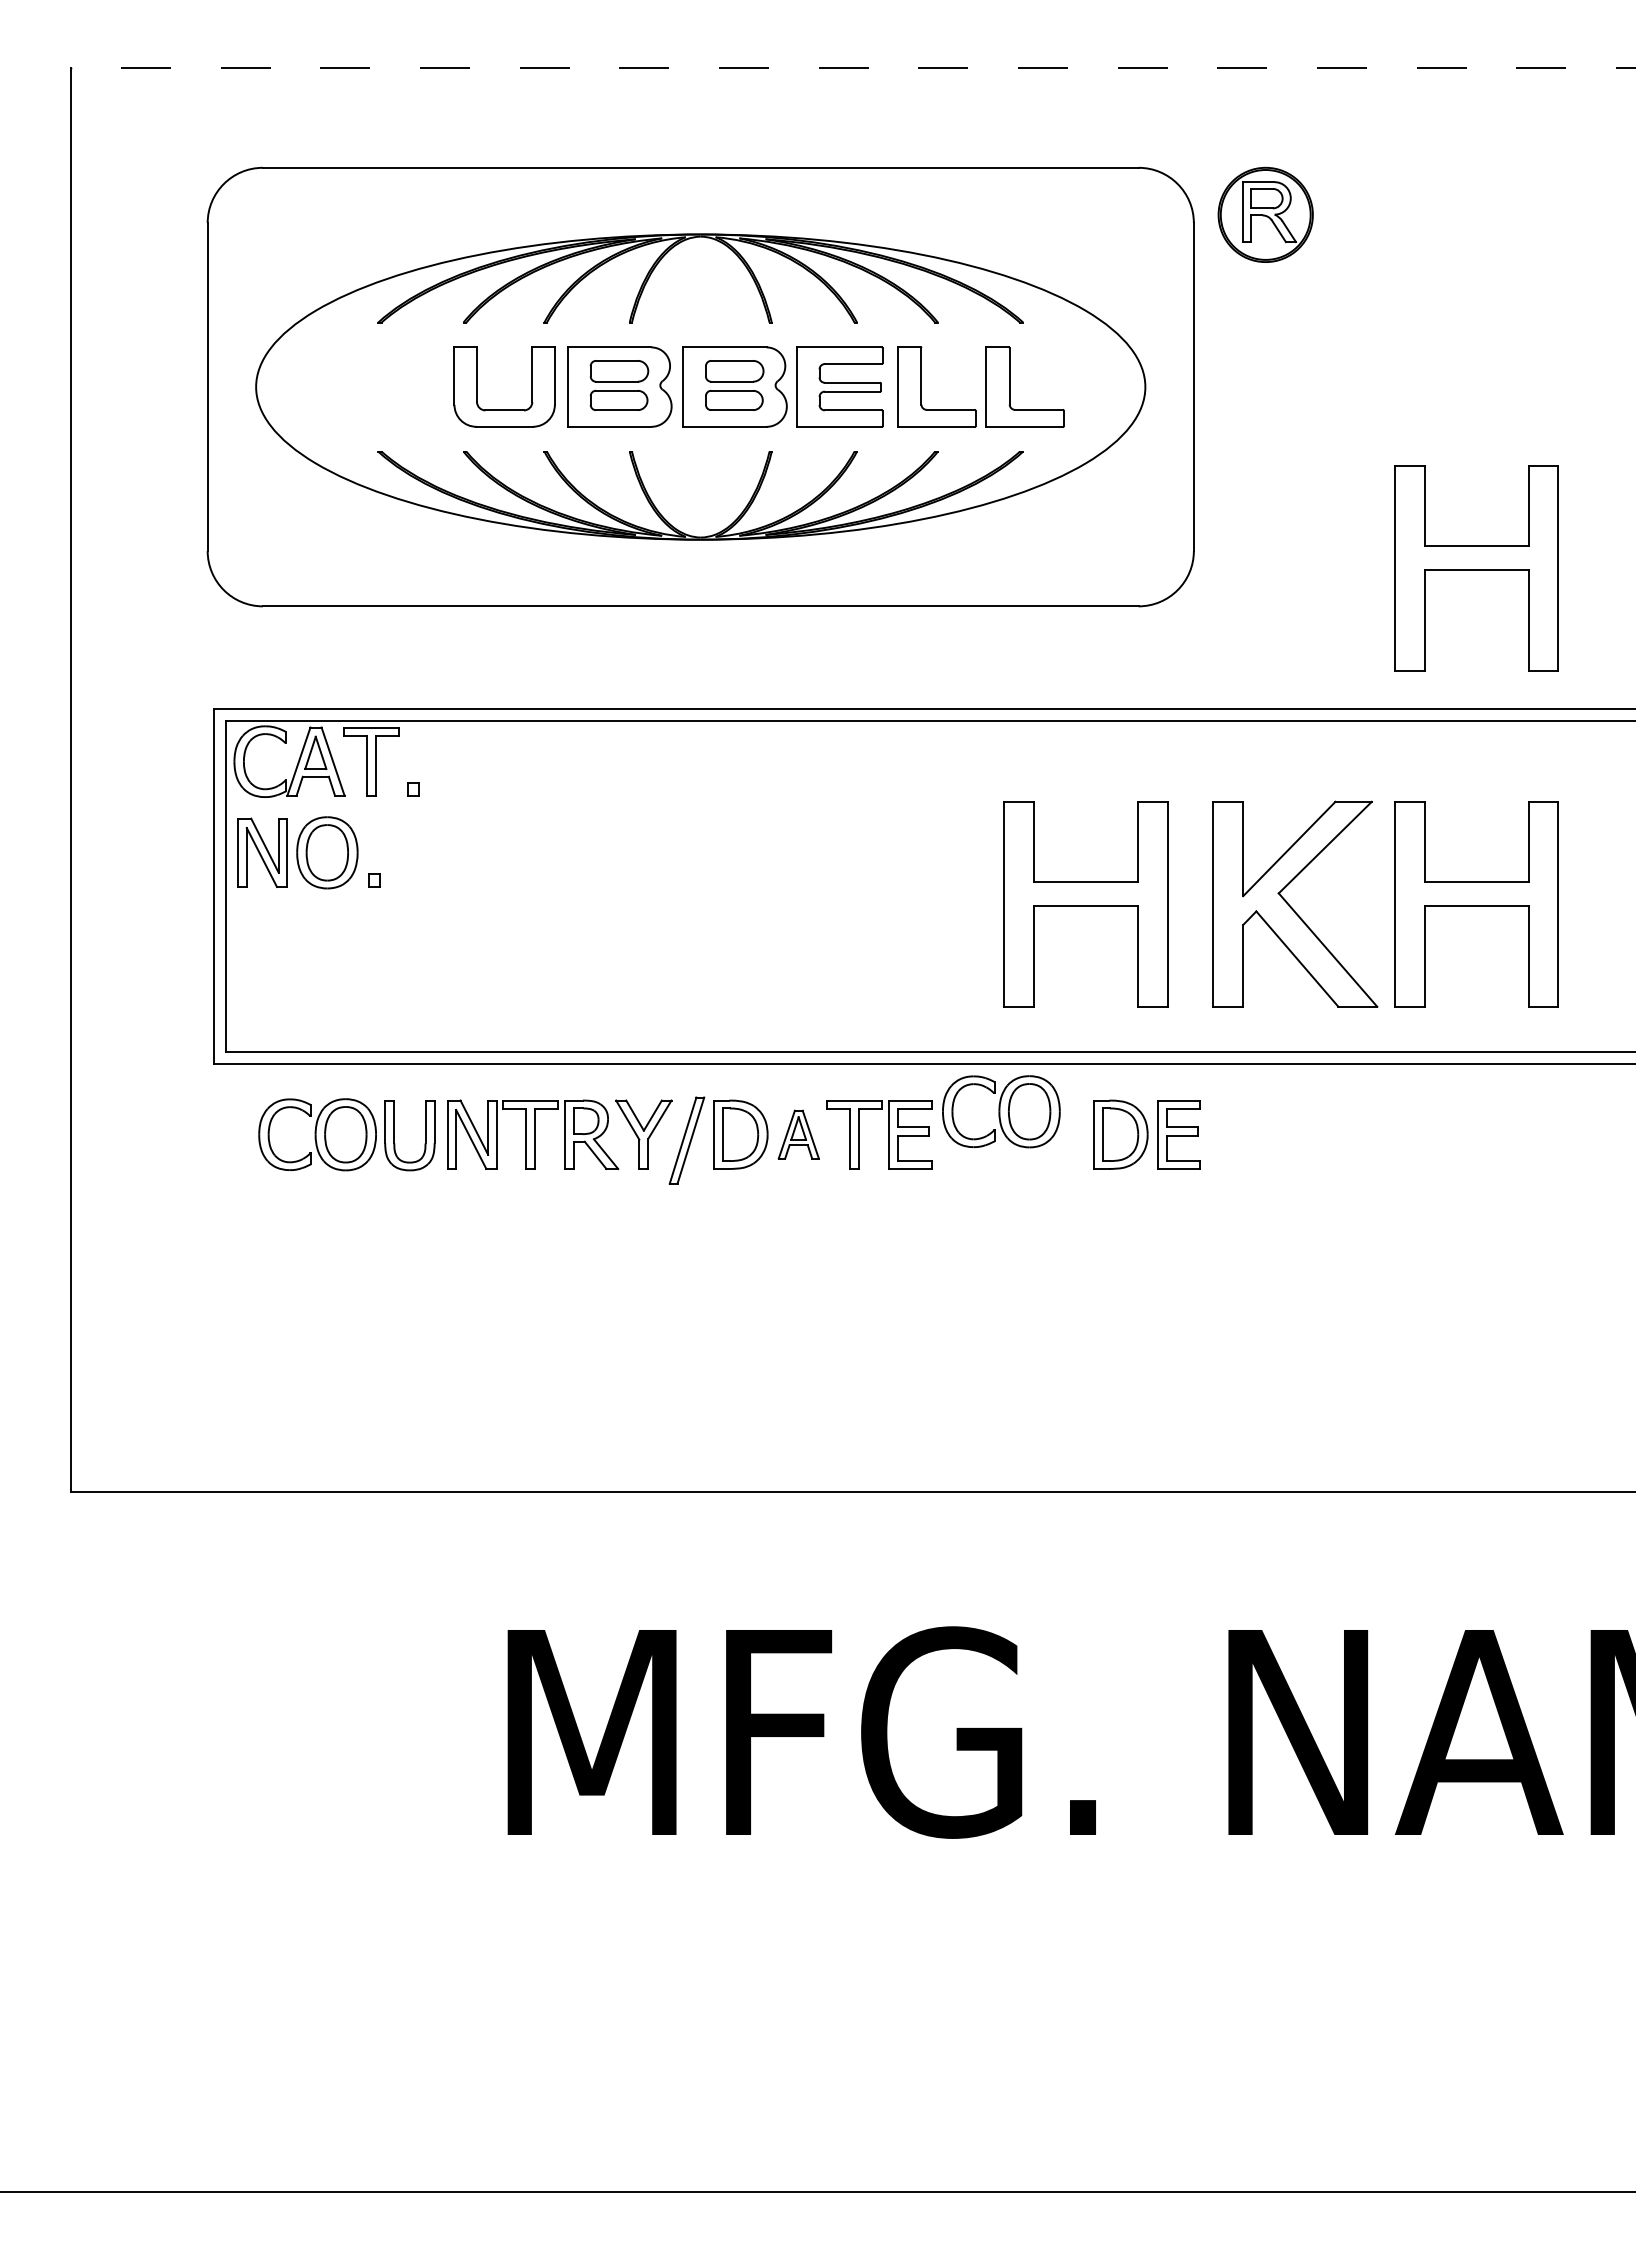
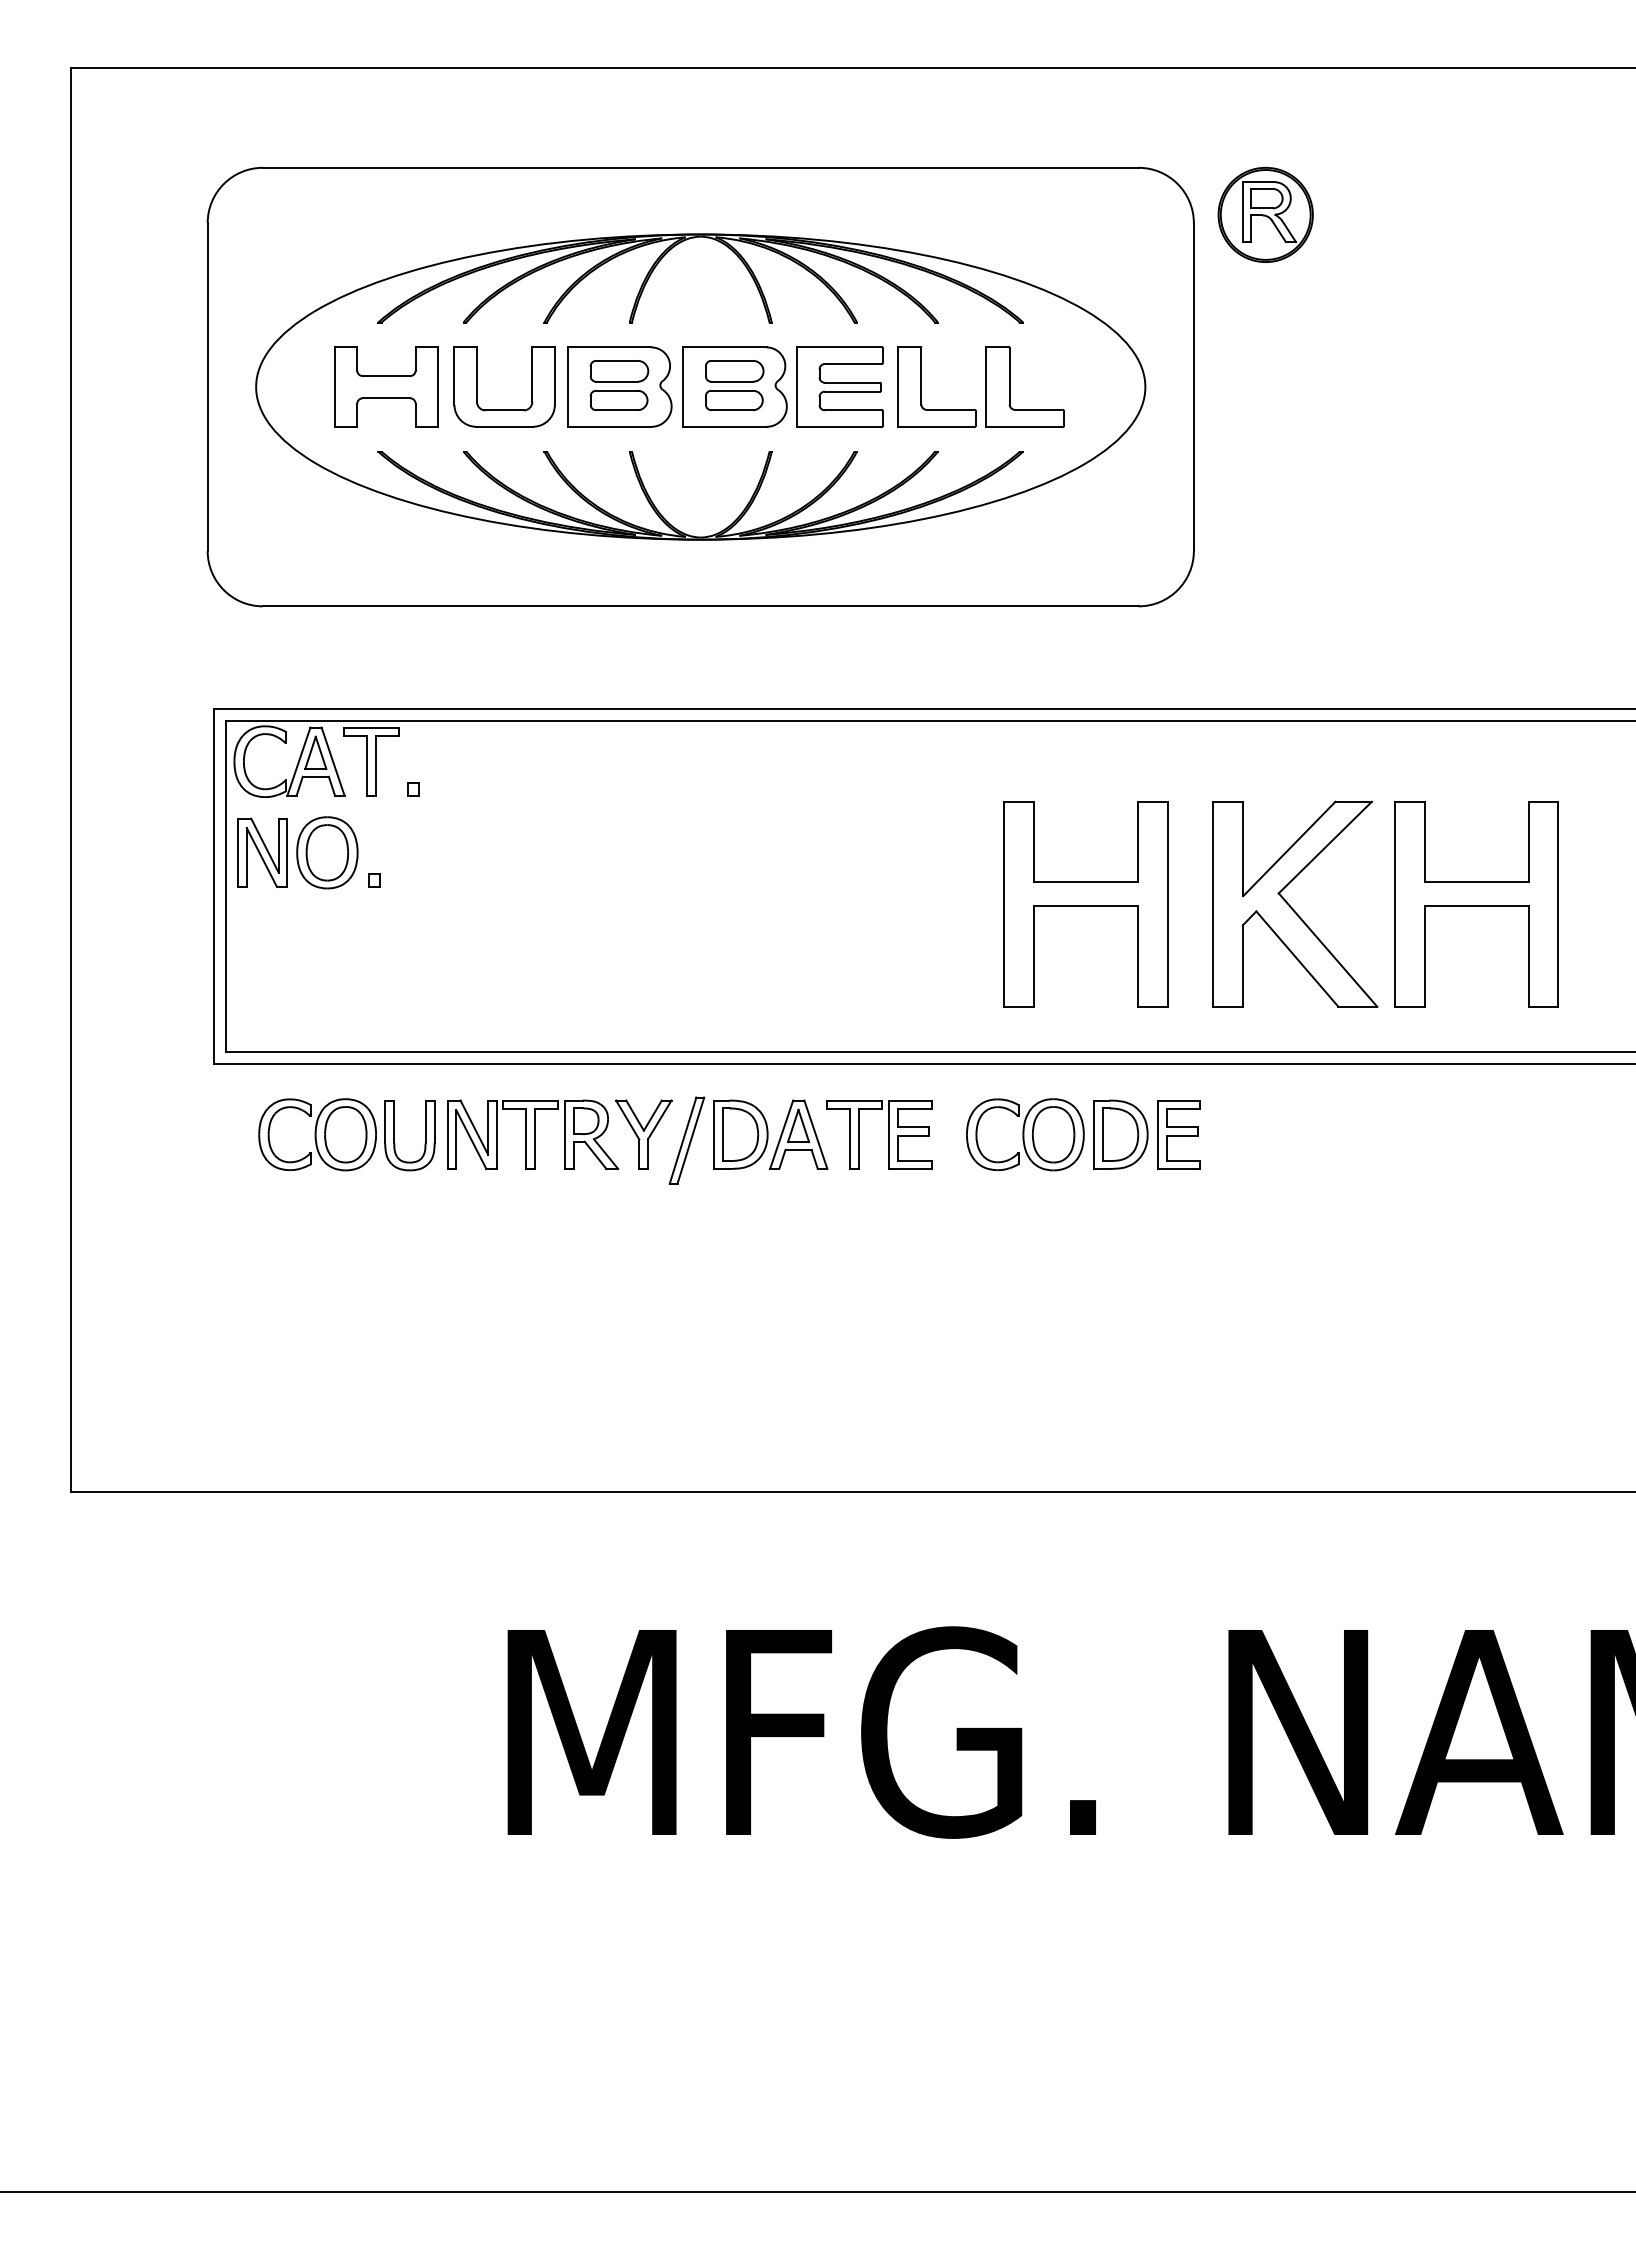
line at (853, 67): dashed -> solid
part at (386, 386): none -> present
part at (1476, 568): present -> none
part at (1001, 1111) position: (1001, 1111) -> (1025, 1134)
part at (798, 1134) size: 43x51 px -> 60x71 px
